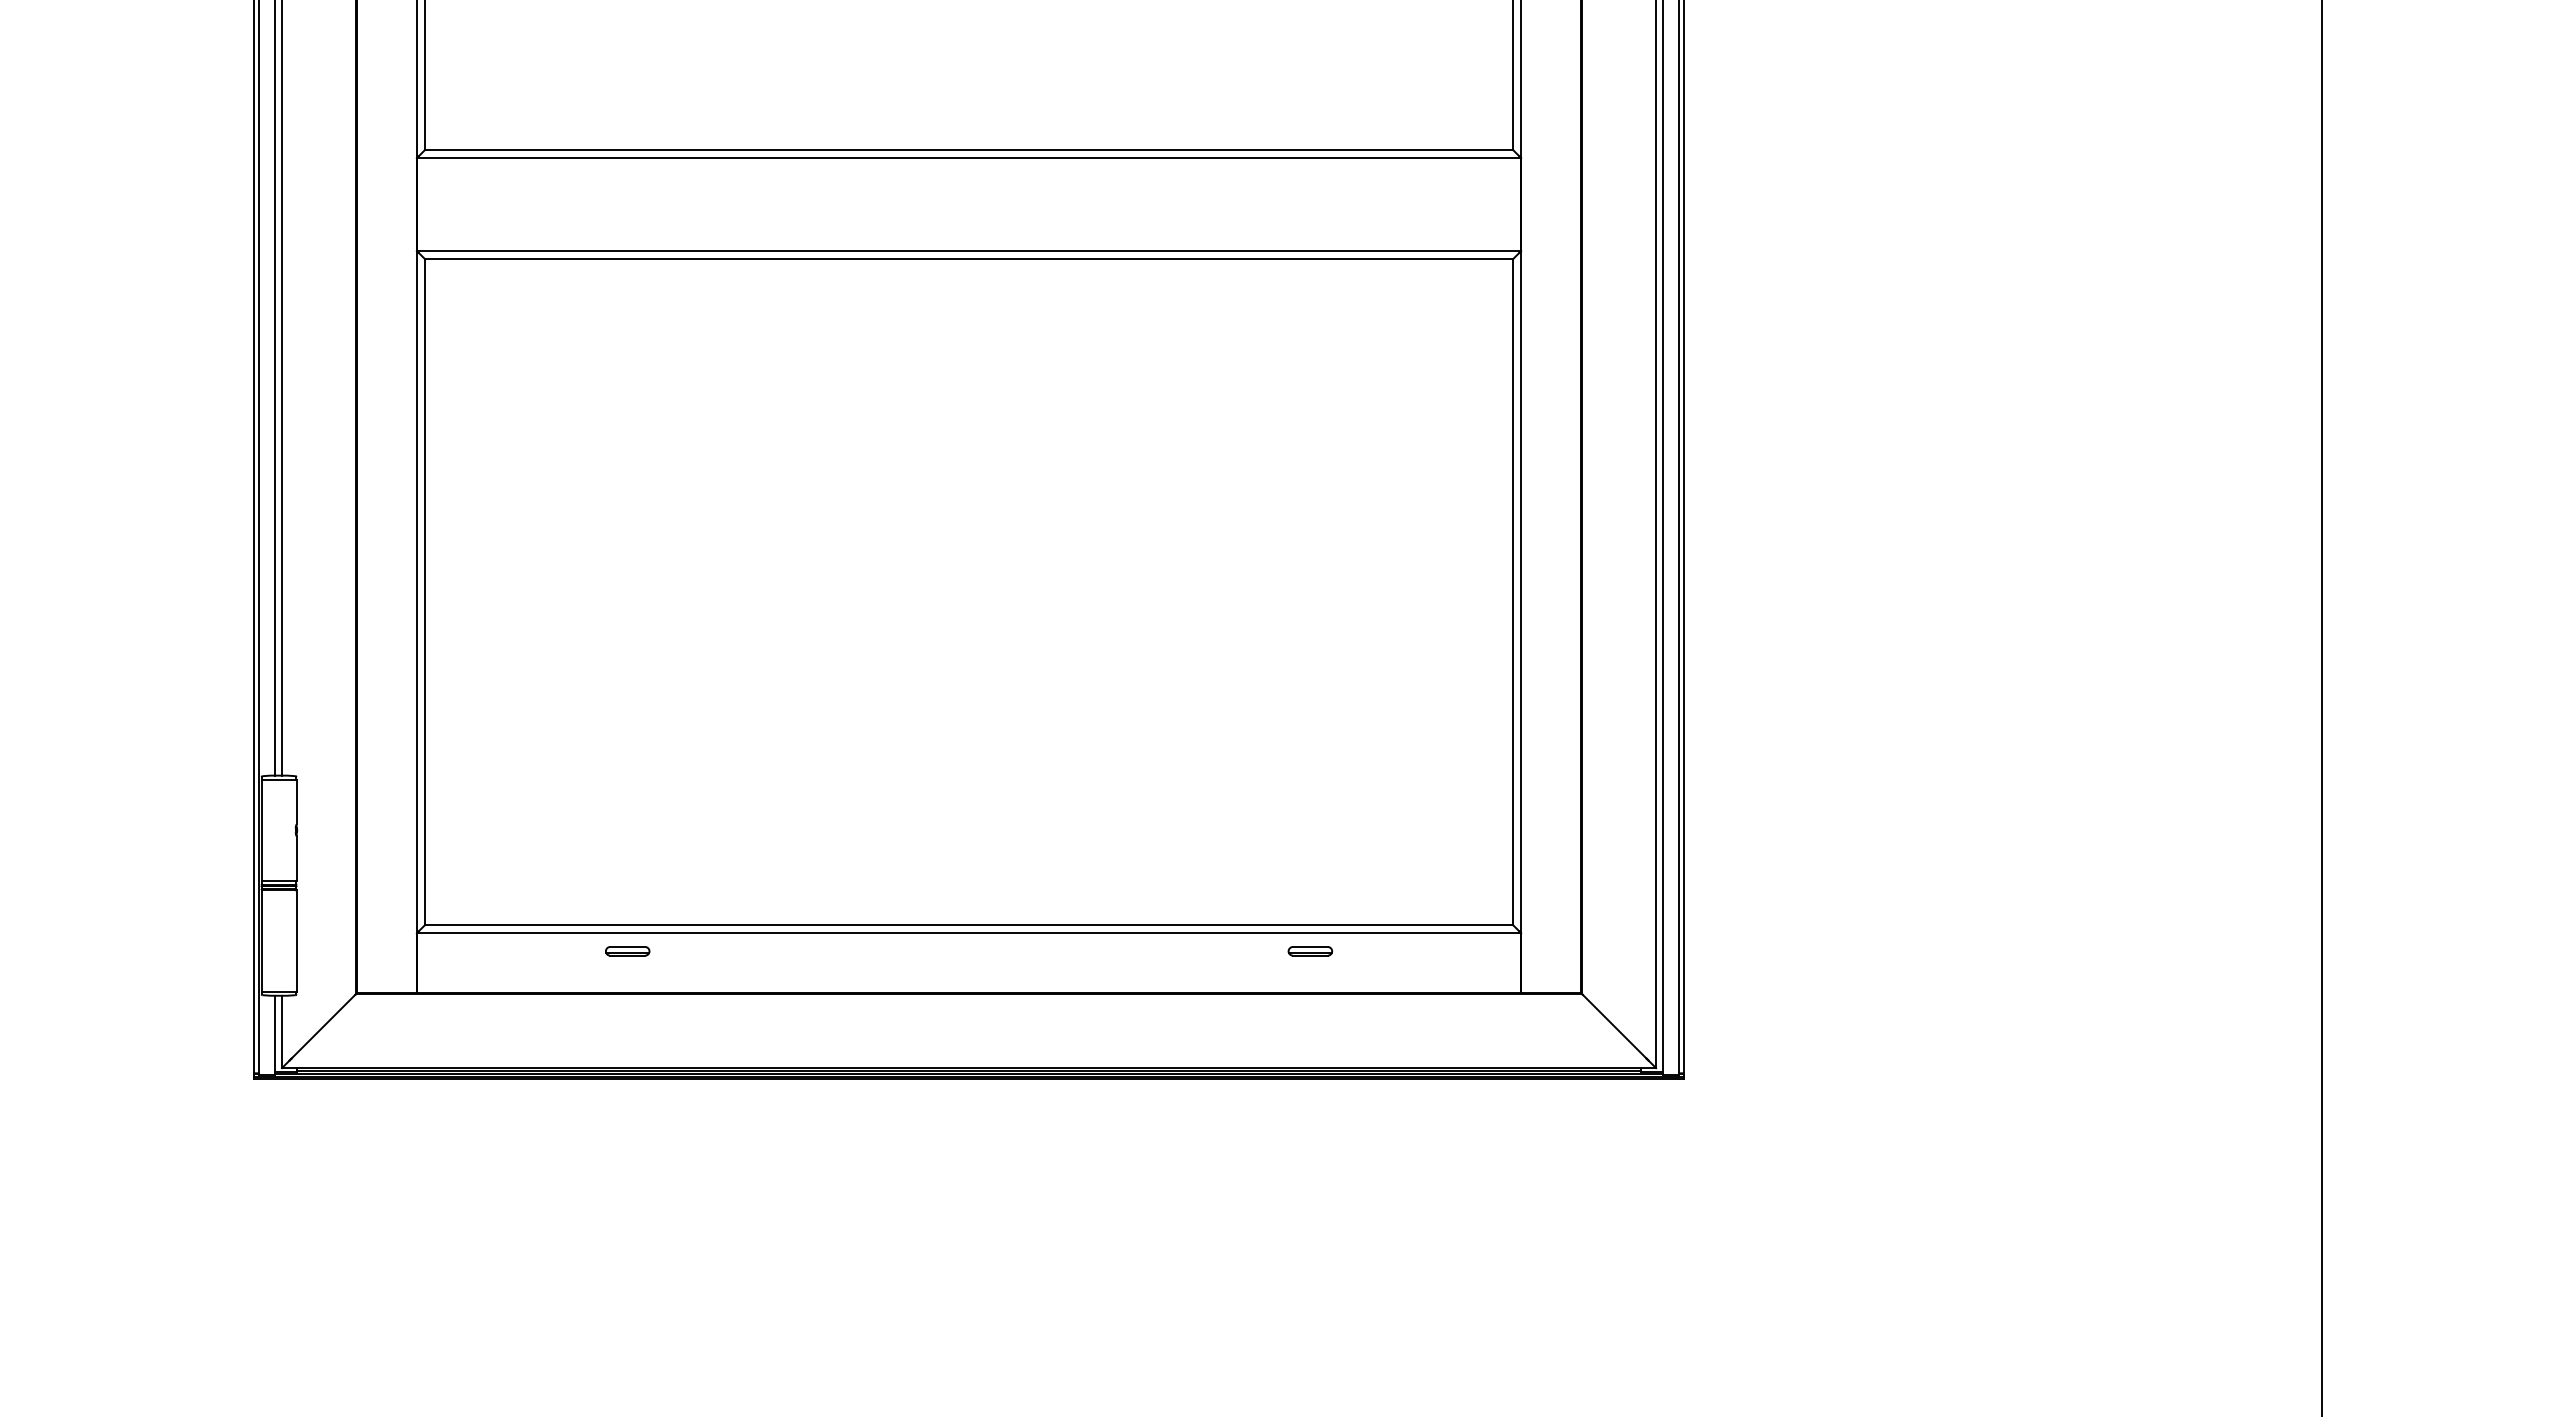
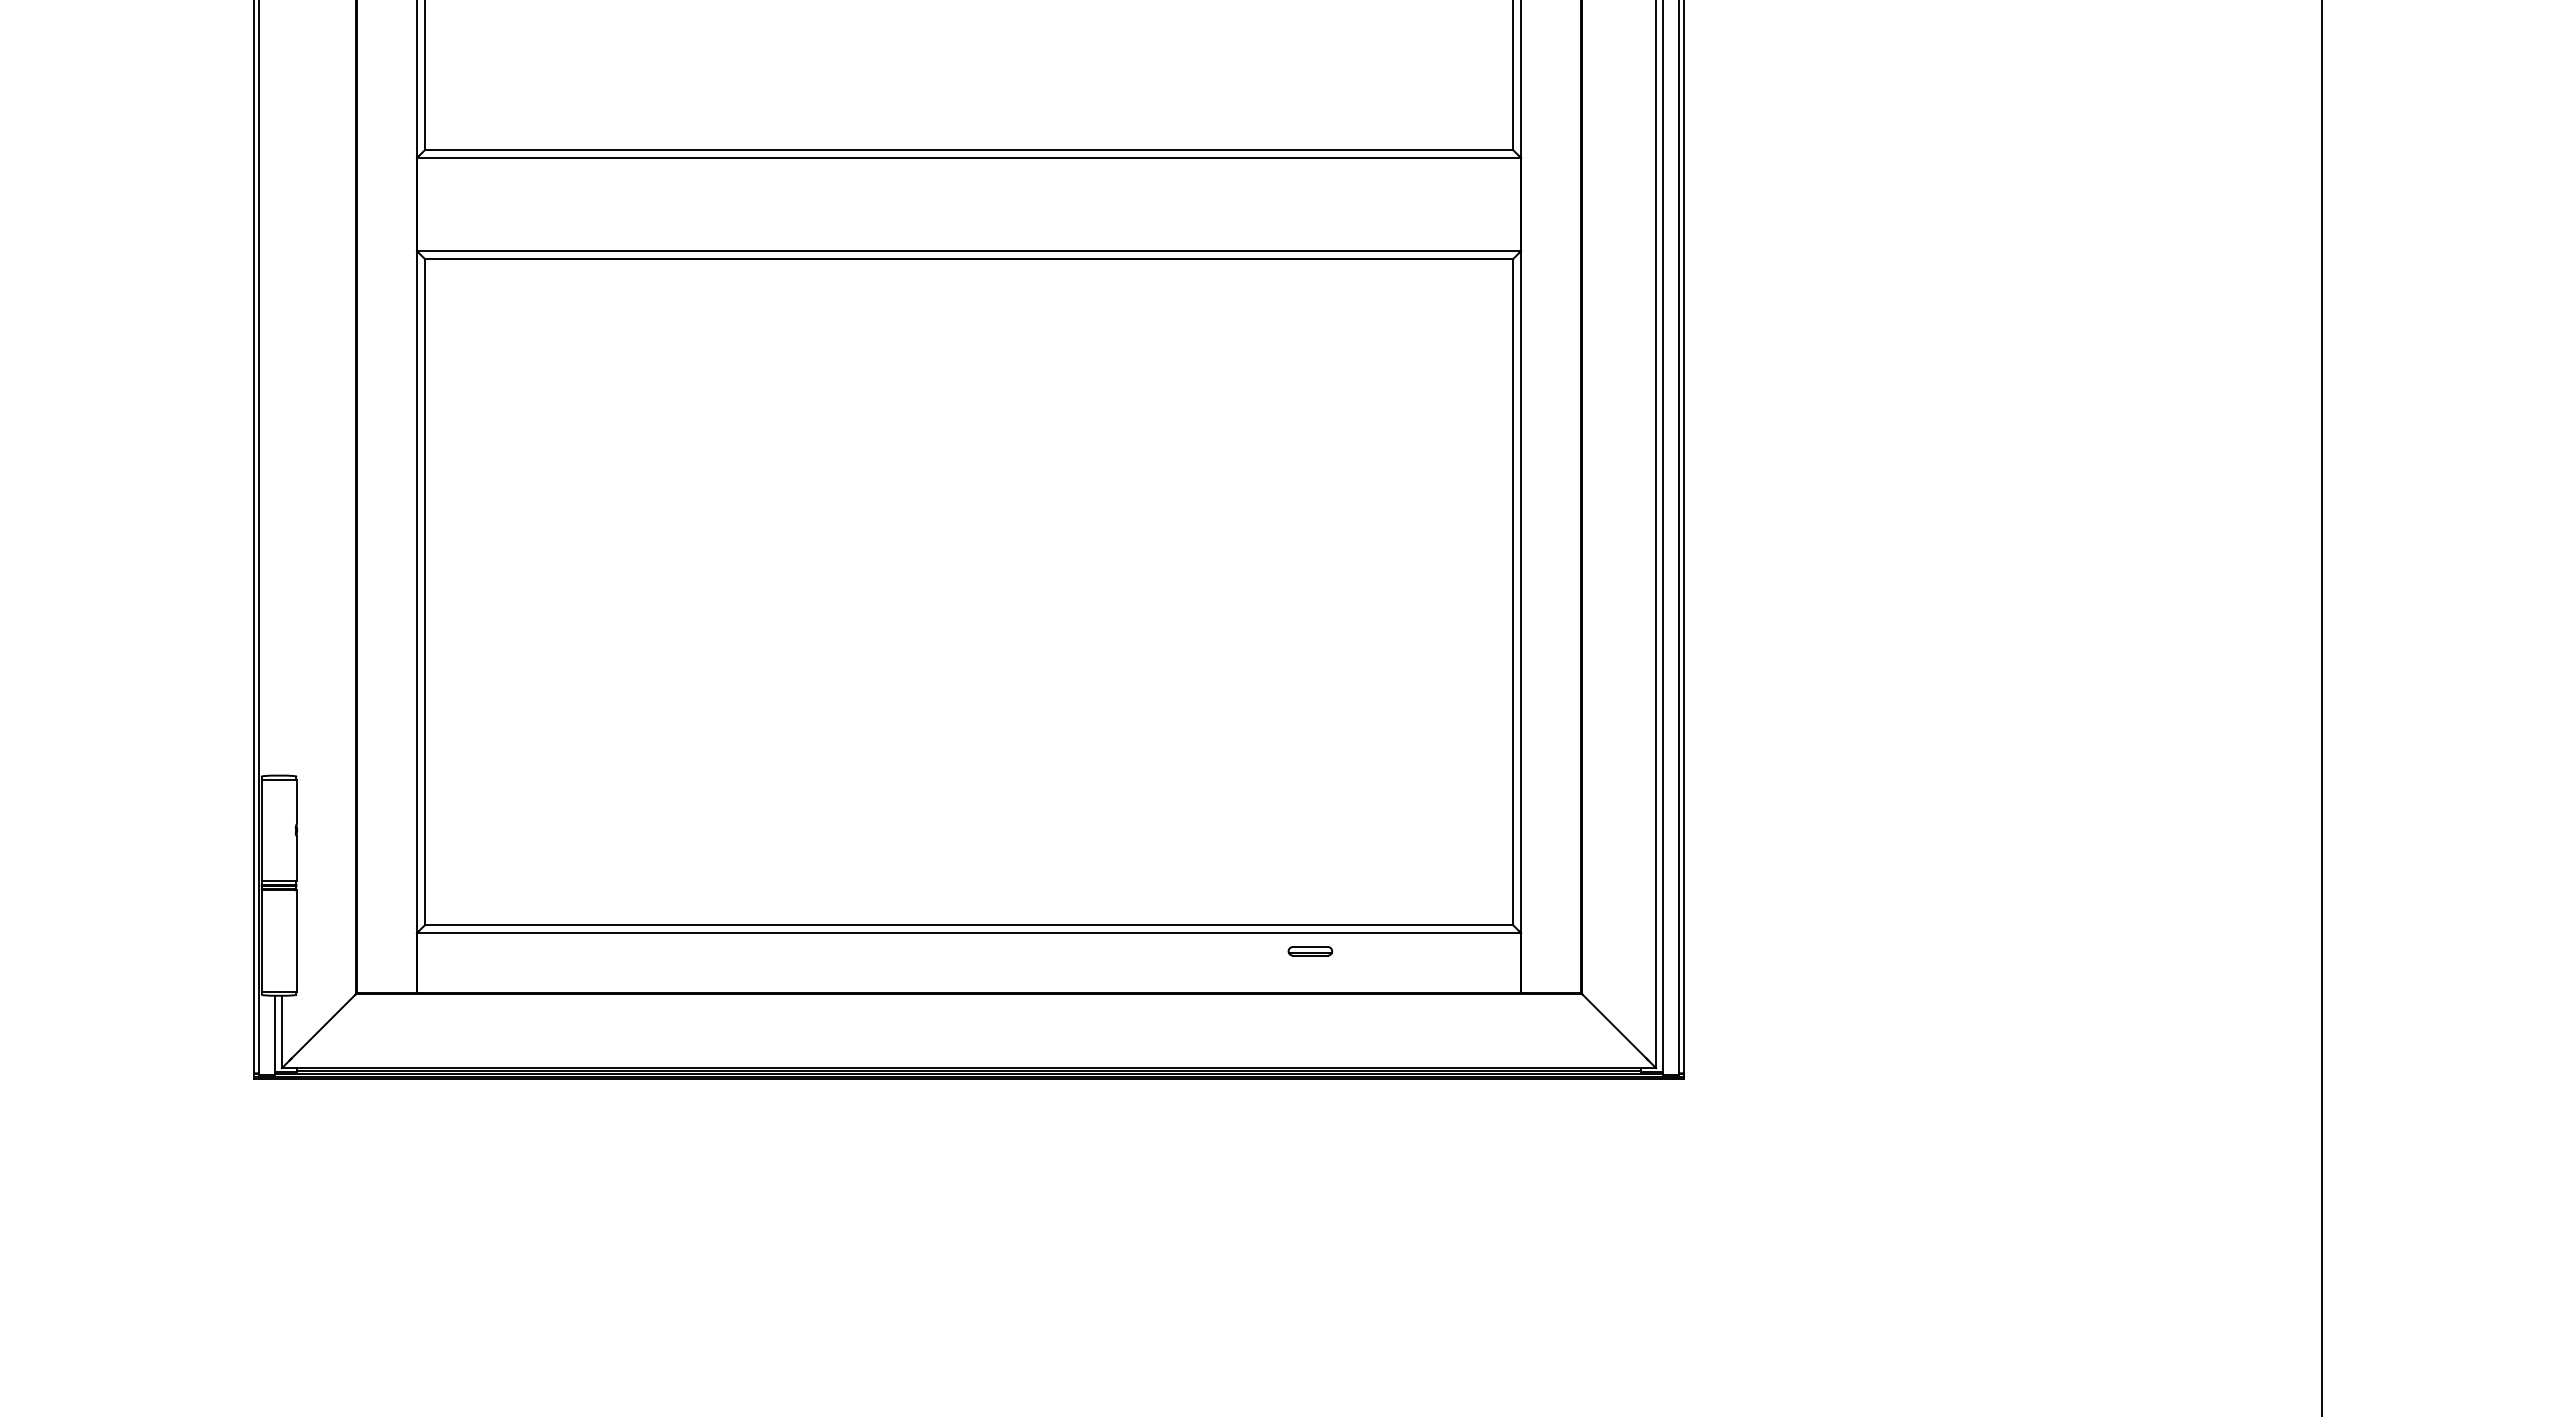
line at (275, 388): present -> none
line at (282, 388): present -> none
part at (627, 951): present -> none
